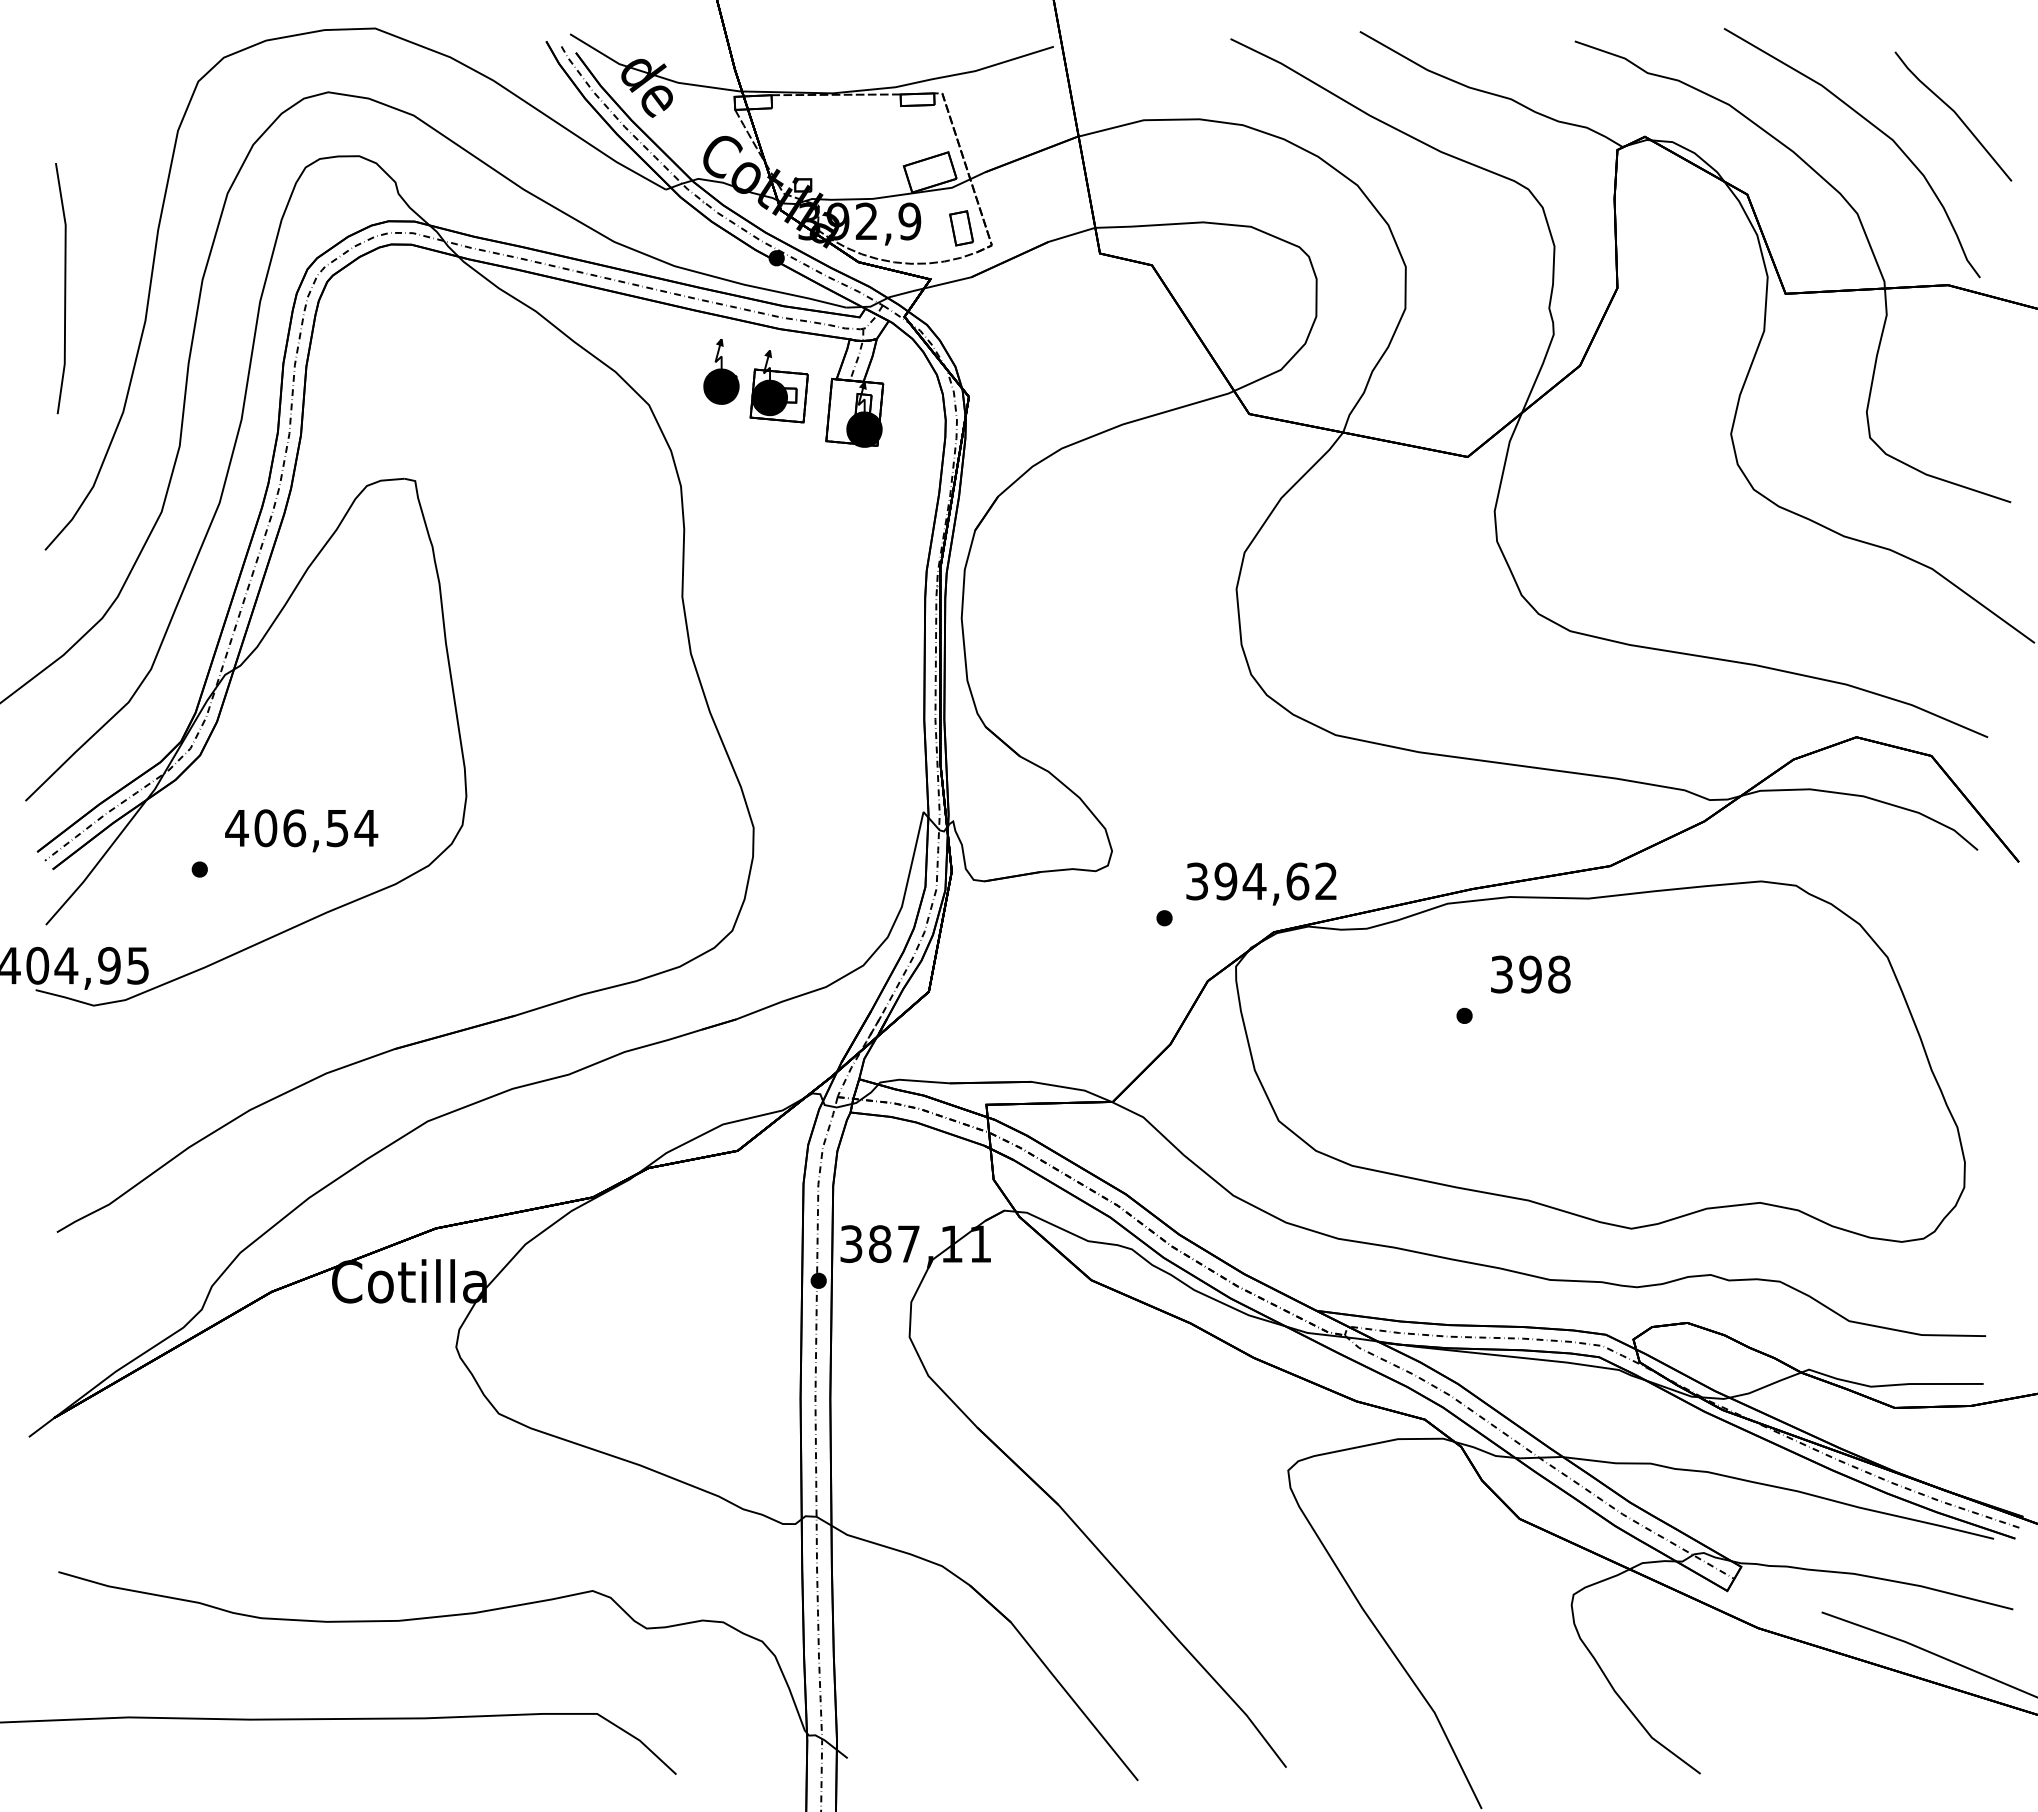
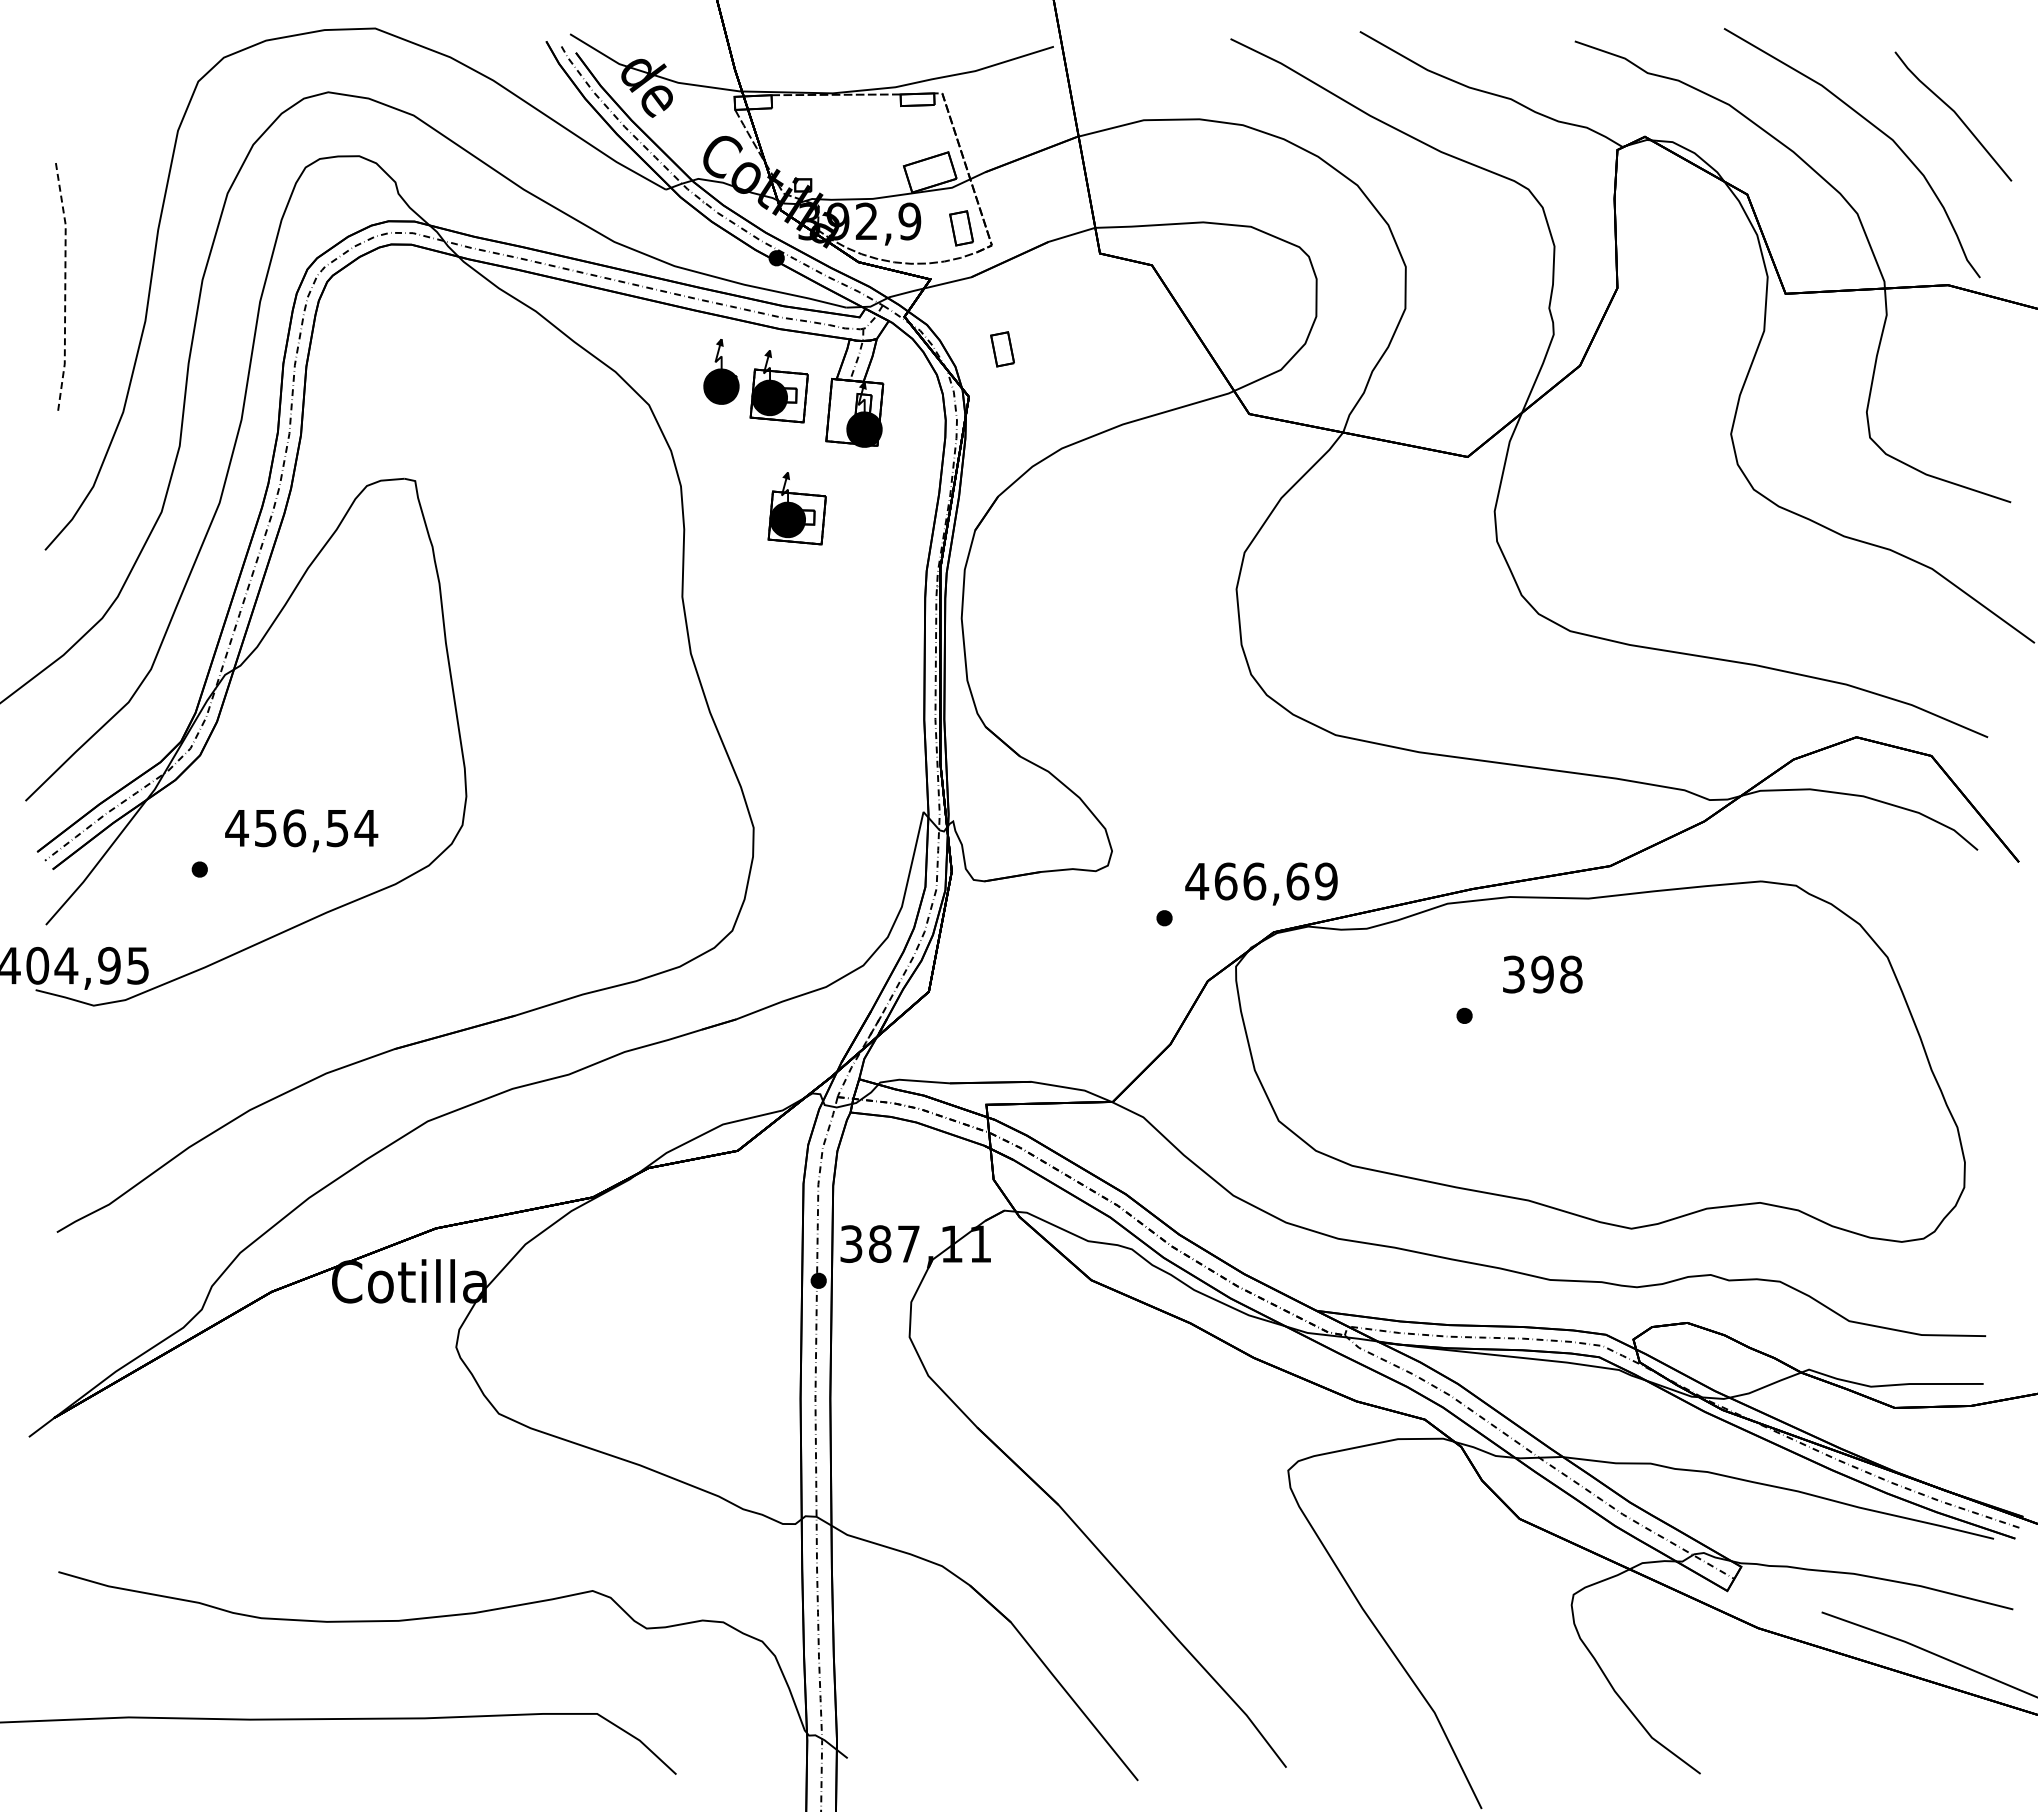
line at (65, 289): solid -> dashed
part at (1002, 349): none -> present
part at (796, 508): none -> present
text at (265, 828): 406,54 -> 456,54
text at (1261, 881): 394,62 -> 466,69
text at (1530, 974) position: (1530, 974) -> (1542, 974)
